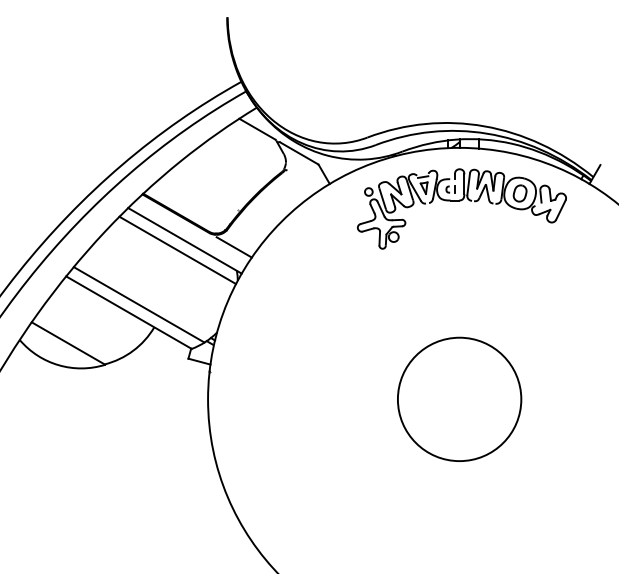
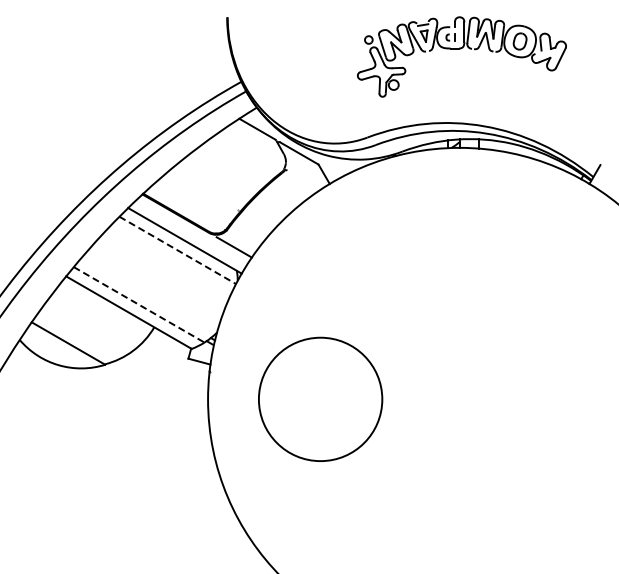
part at (460, 201) position: (460, 201) -> (460, 49)
line at (178, 250): solid -> dashed
line at (139, 305): solid -> dashed
circle at (459, 398) position: (459, 398) -> (320, 398)
